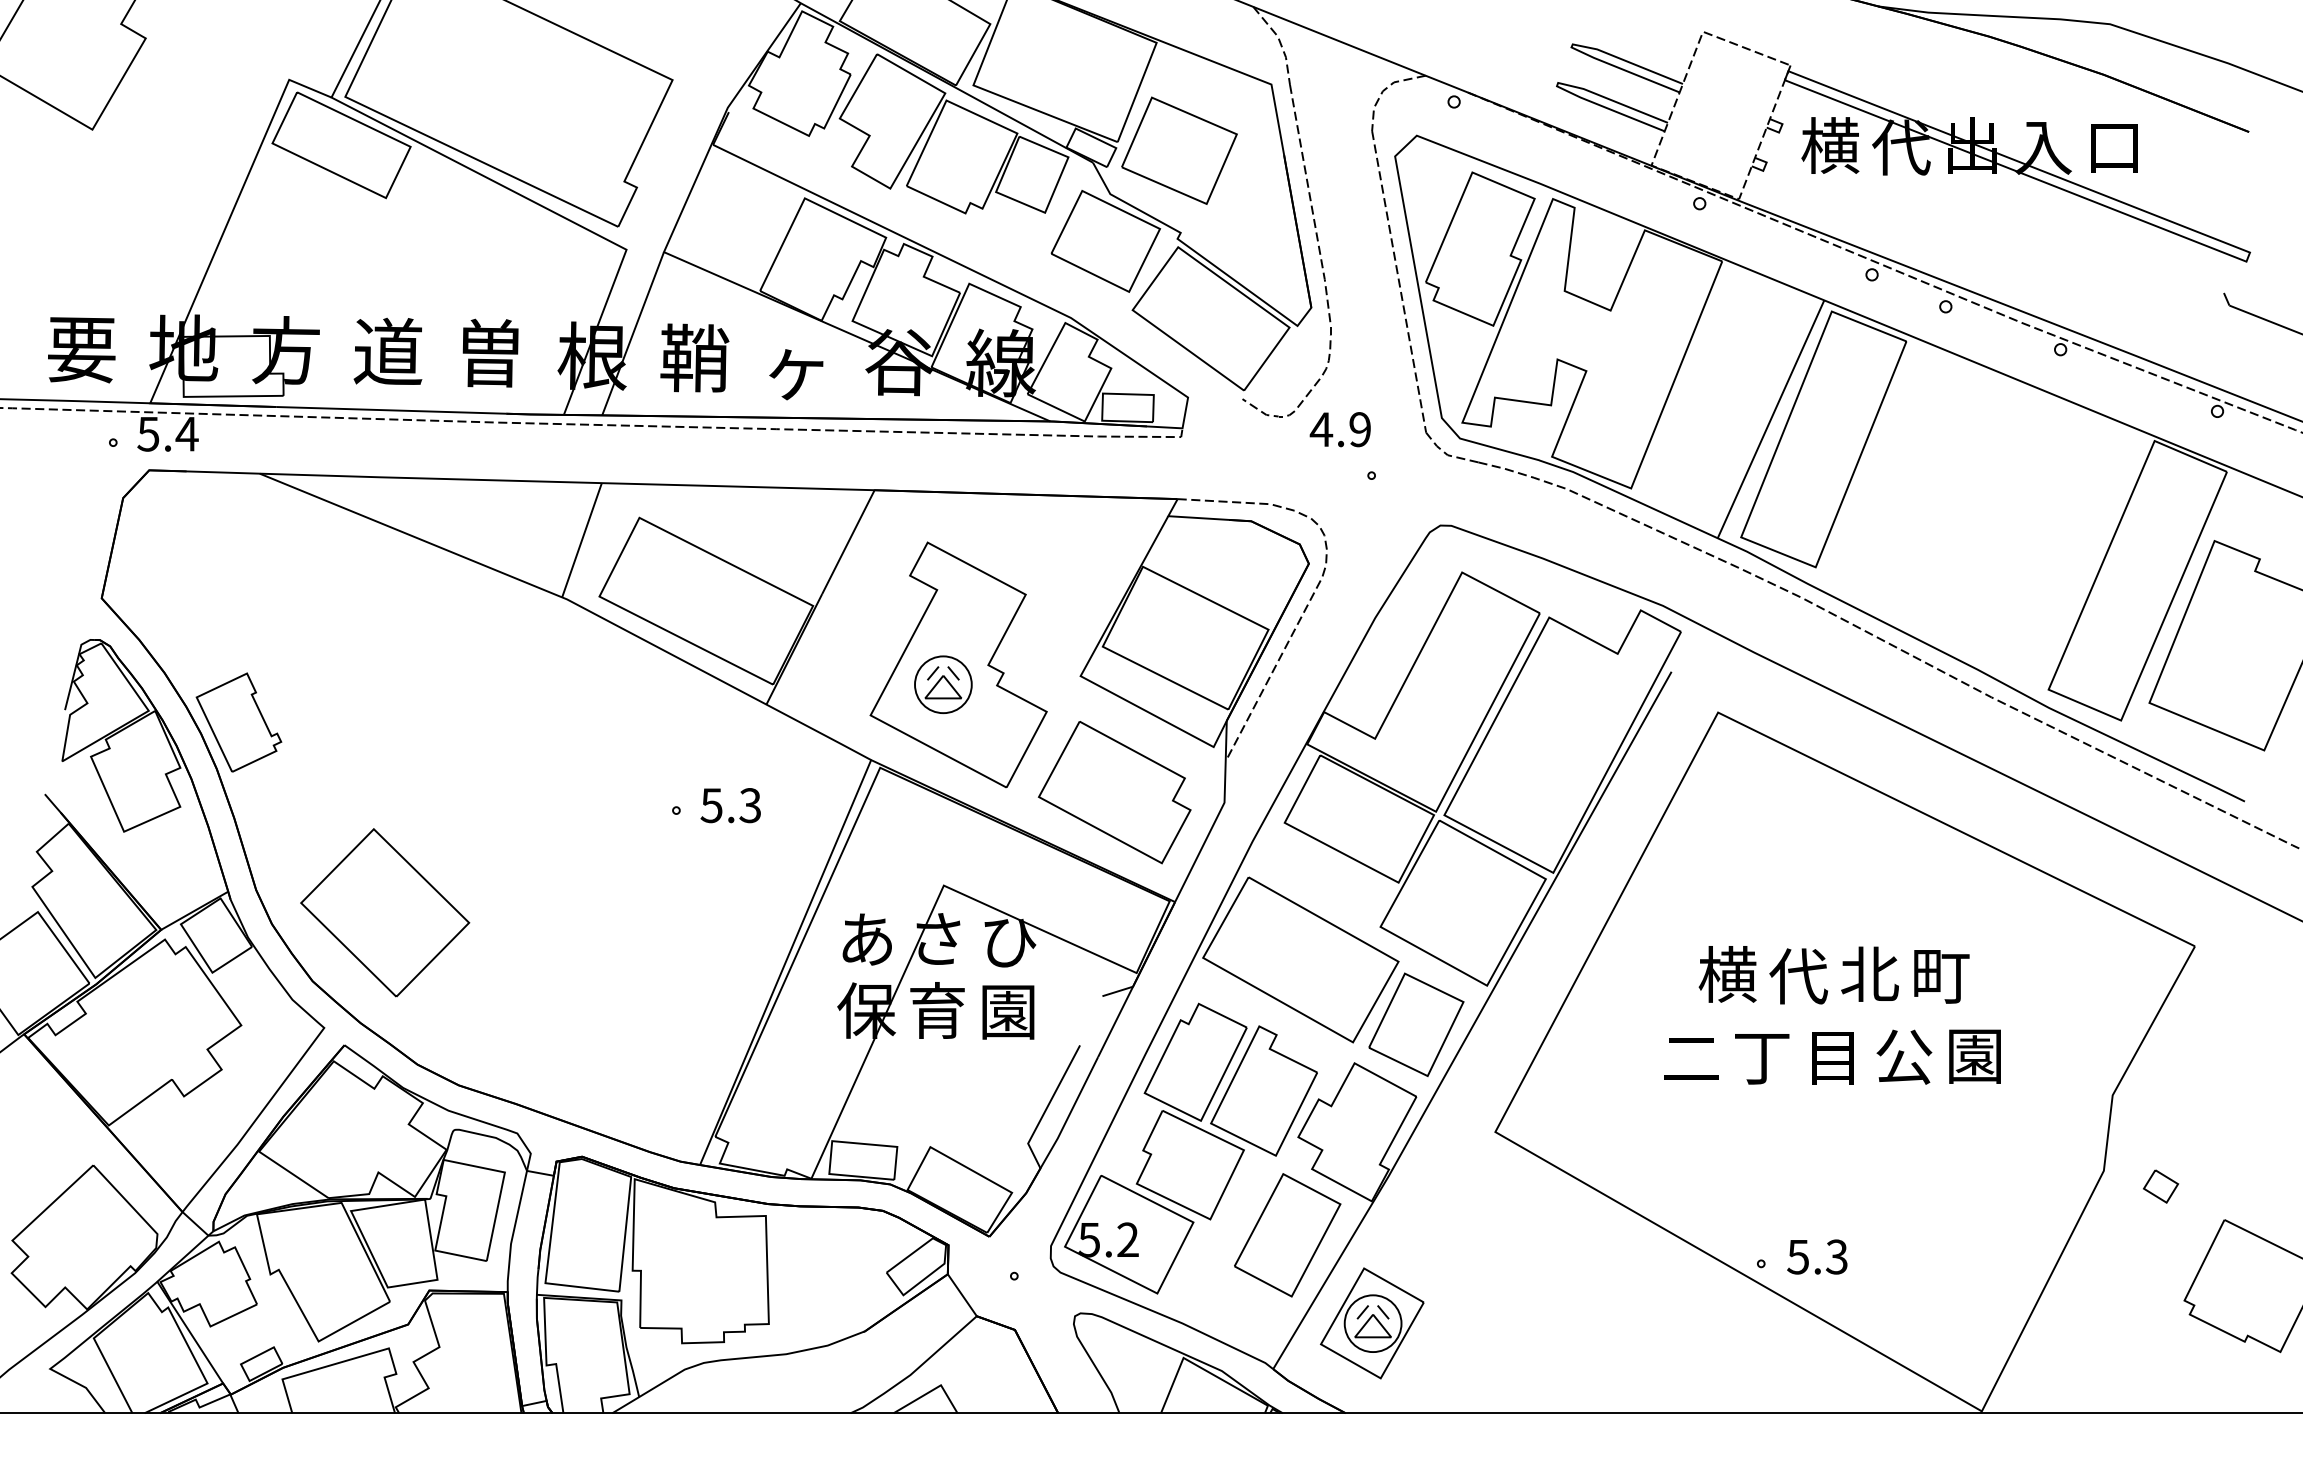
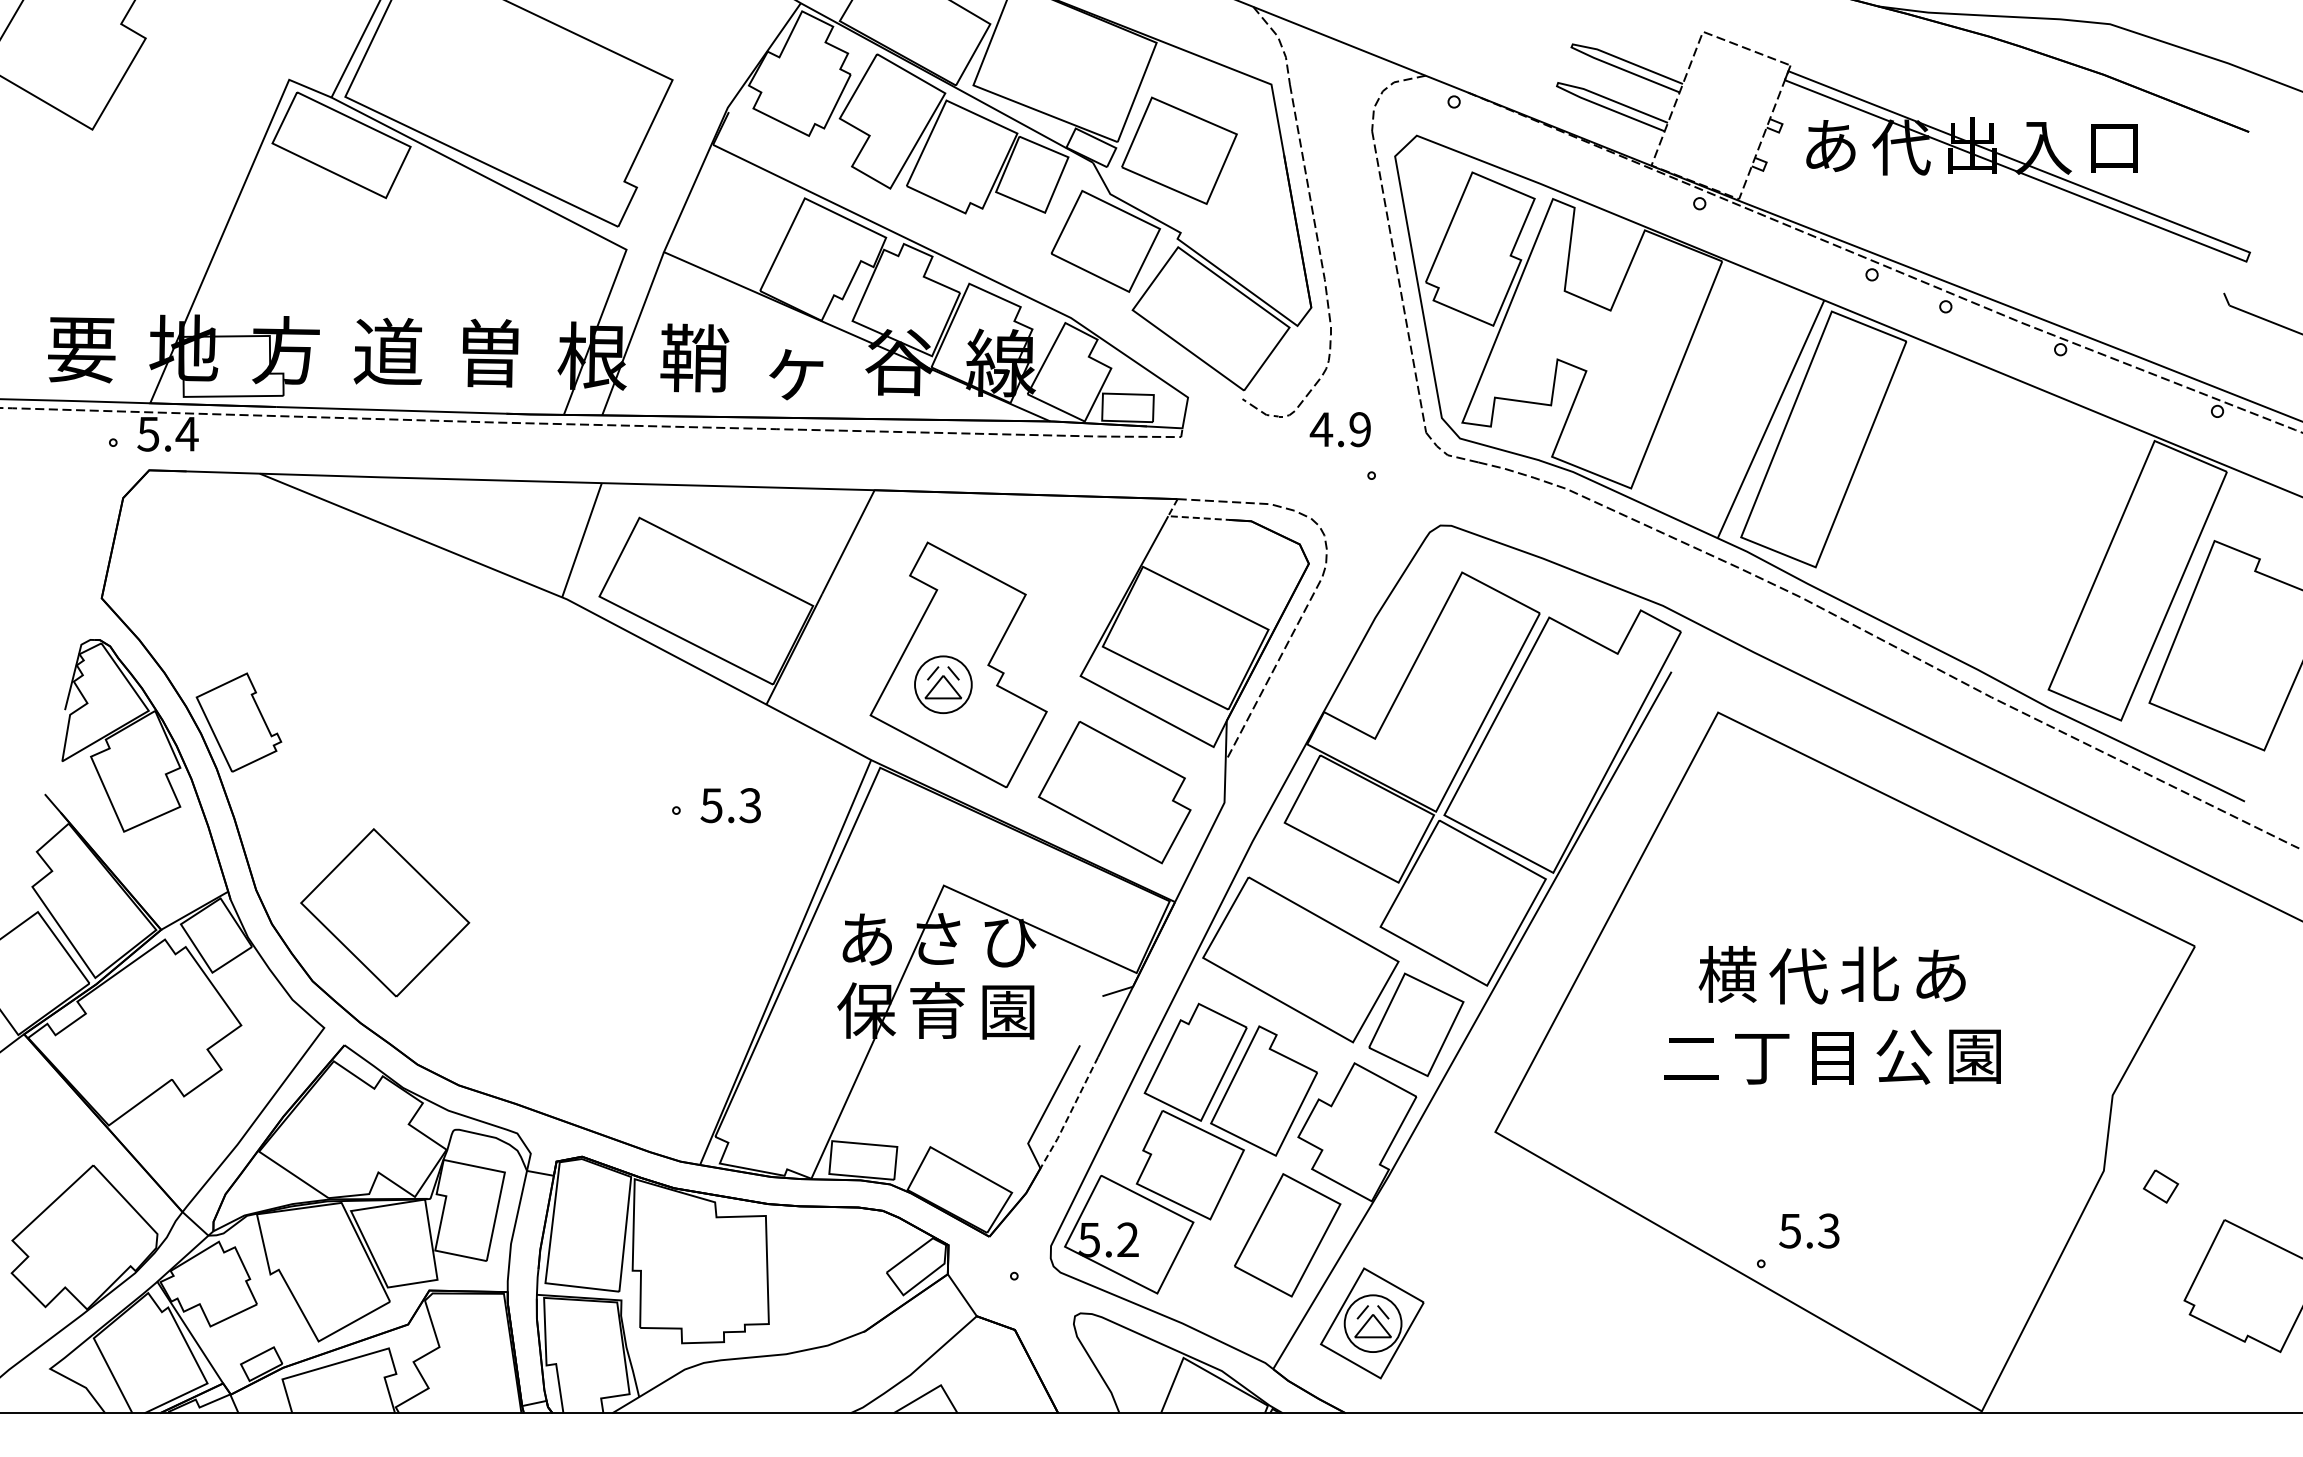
text at (1830, 145): 横 -> あ
line at (1188, 517): solid -> dashed
text at (1941, 976): 町 -> あ
line at (1069, 1114): solid -> dashed
text at (1817, 1256) position: (1817, 1256) -> (1809, 1230)
